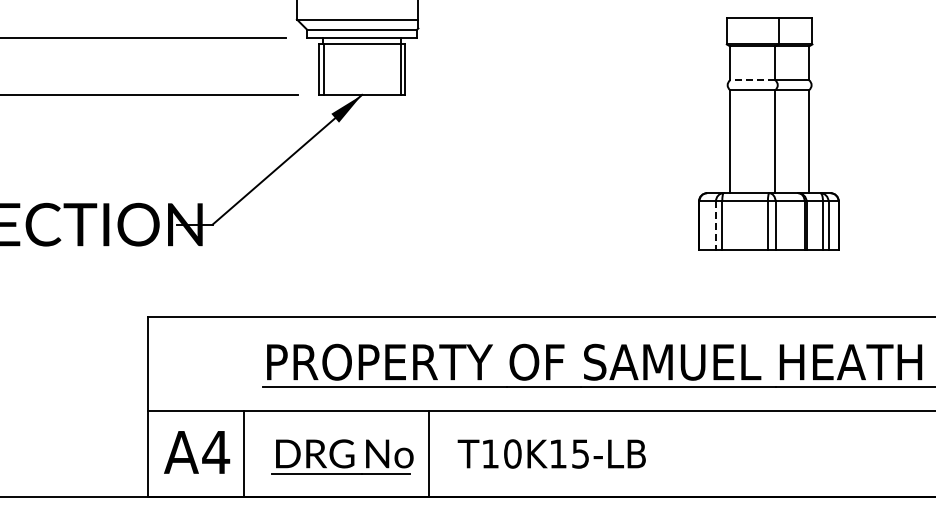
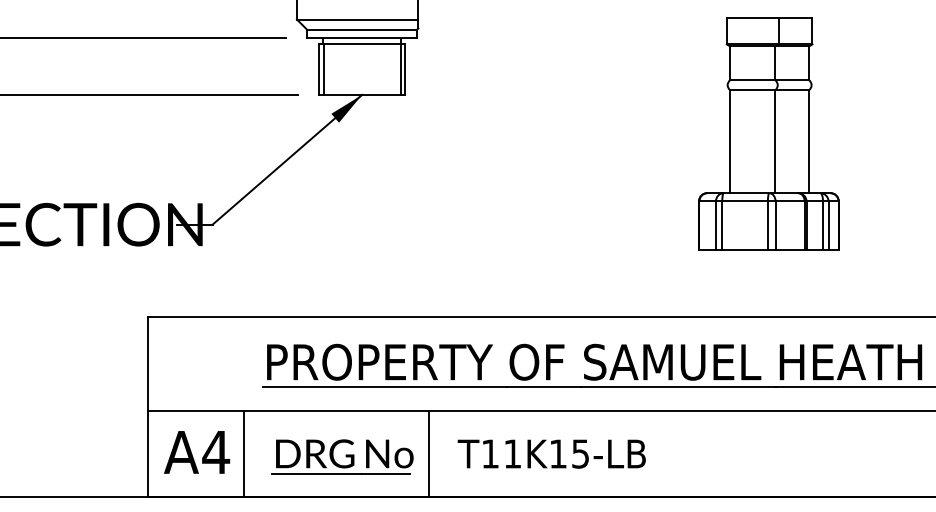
line at (752, 80): dashed -> solid
line at (715, 225): dashed -> solid
text at (512, 453): T10K15-LB -> T11K15-LB
